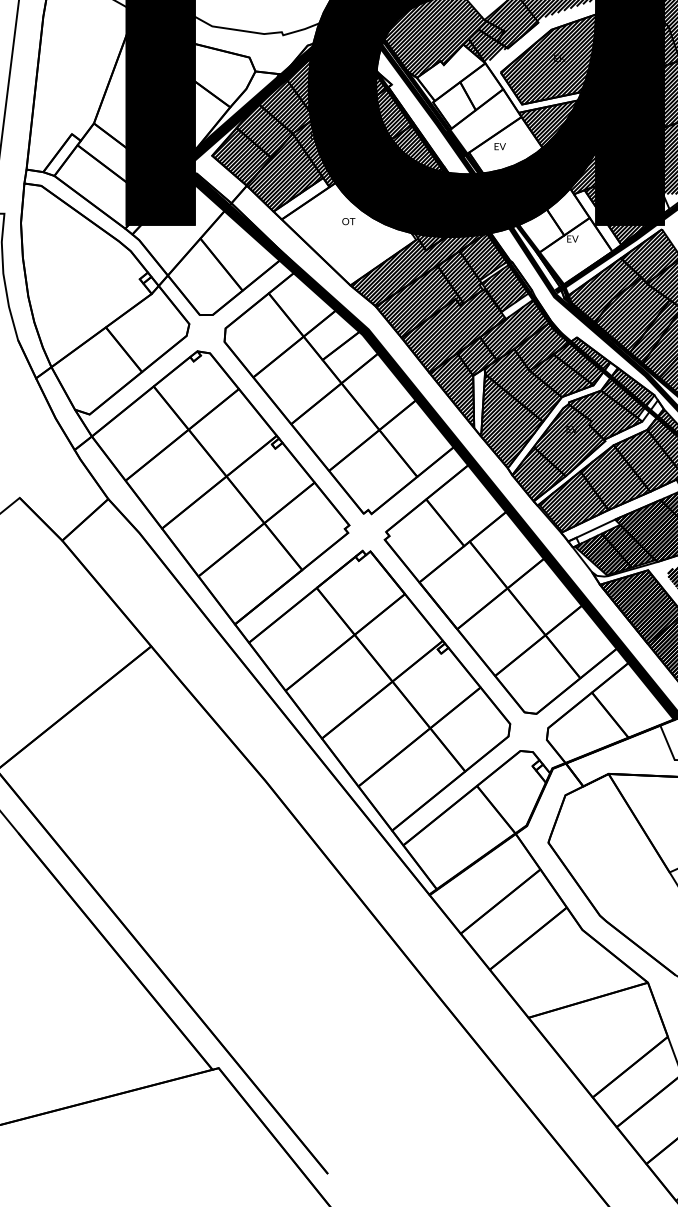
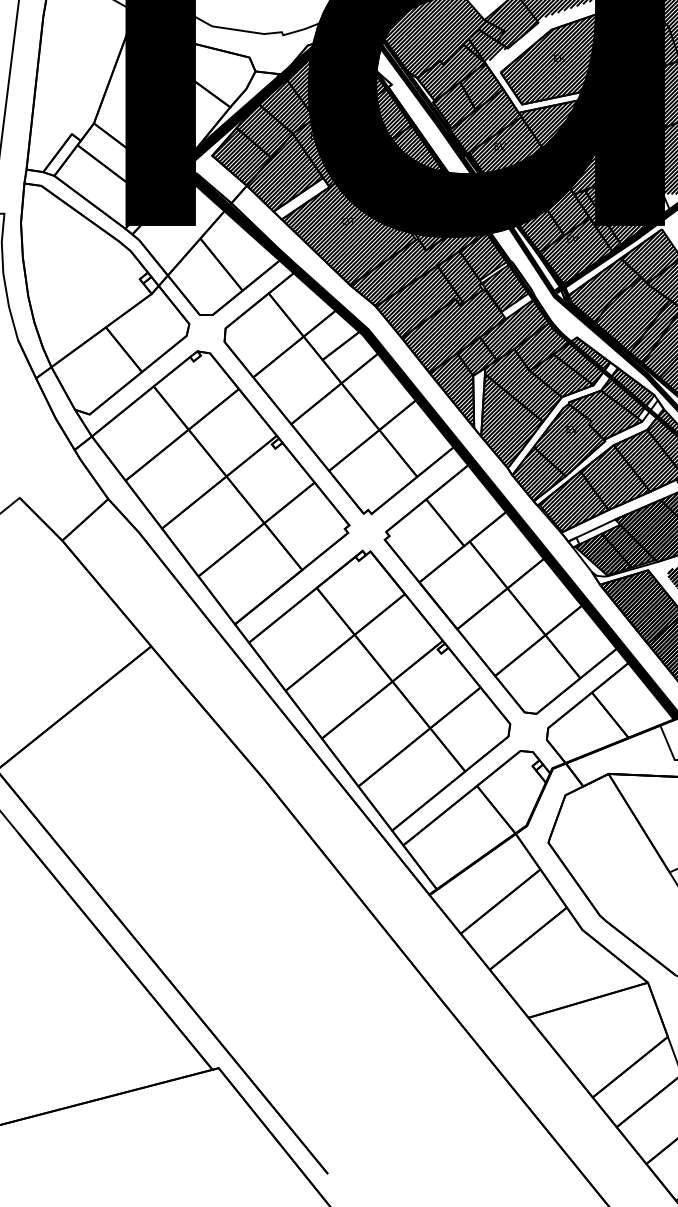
hatch at (518, 165): none -> present
hatch at (348, 224): none -> present
